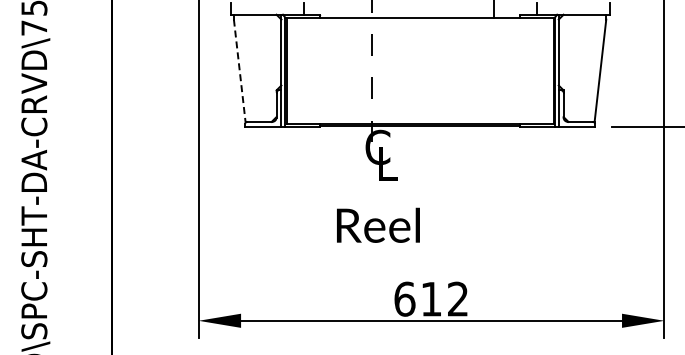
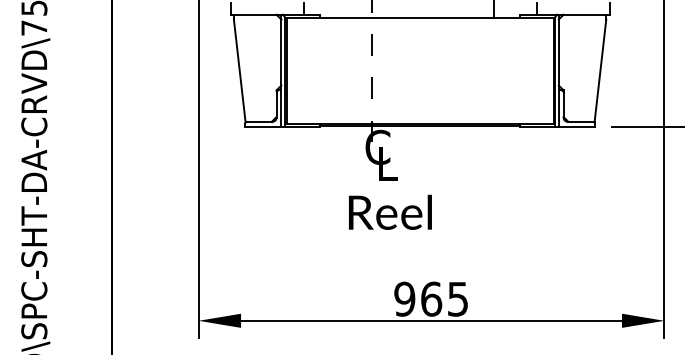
line at (239, 71): dashed -> solid
text at (378, 224) position: (378, 224) -> (390, 211)
text at (430, 298): 612 -> 965
